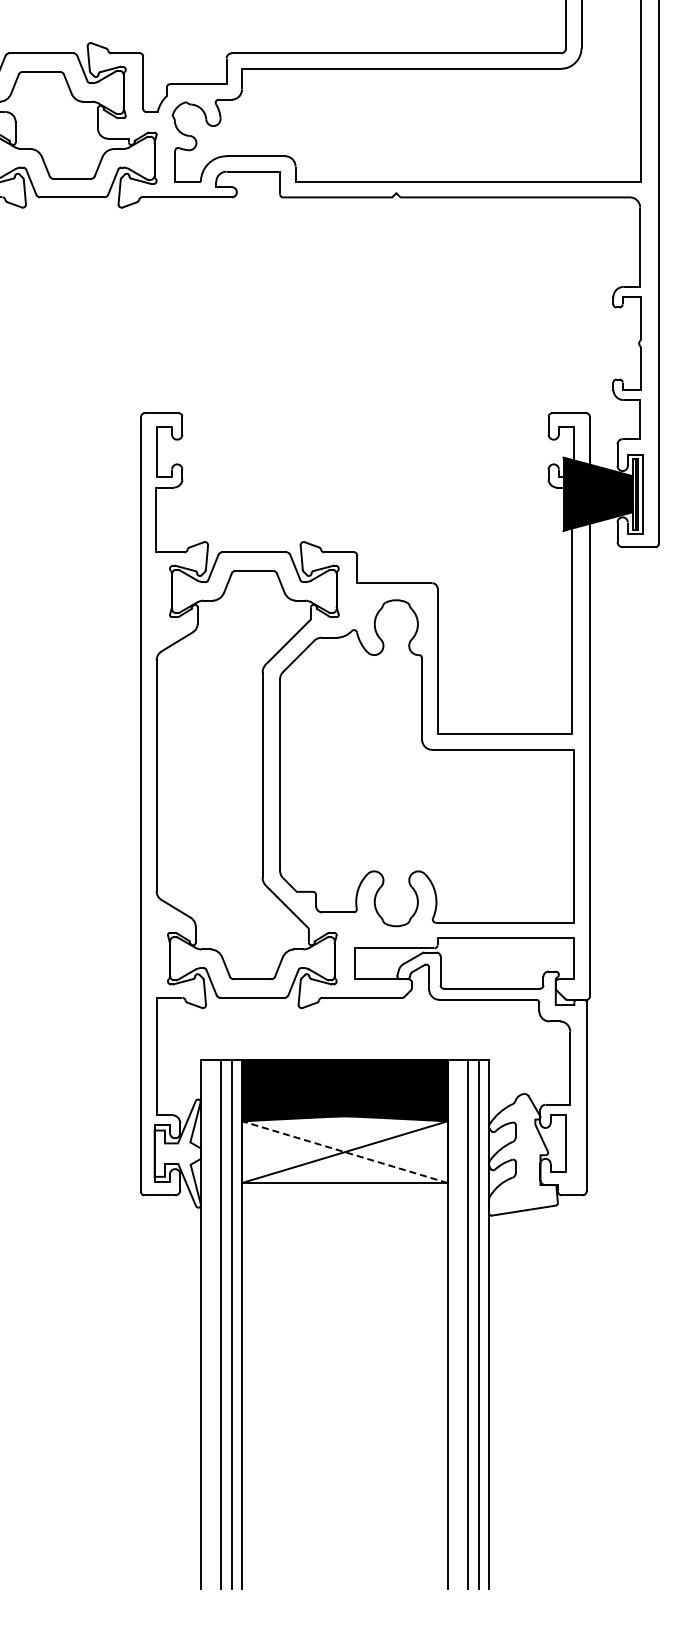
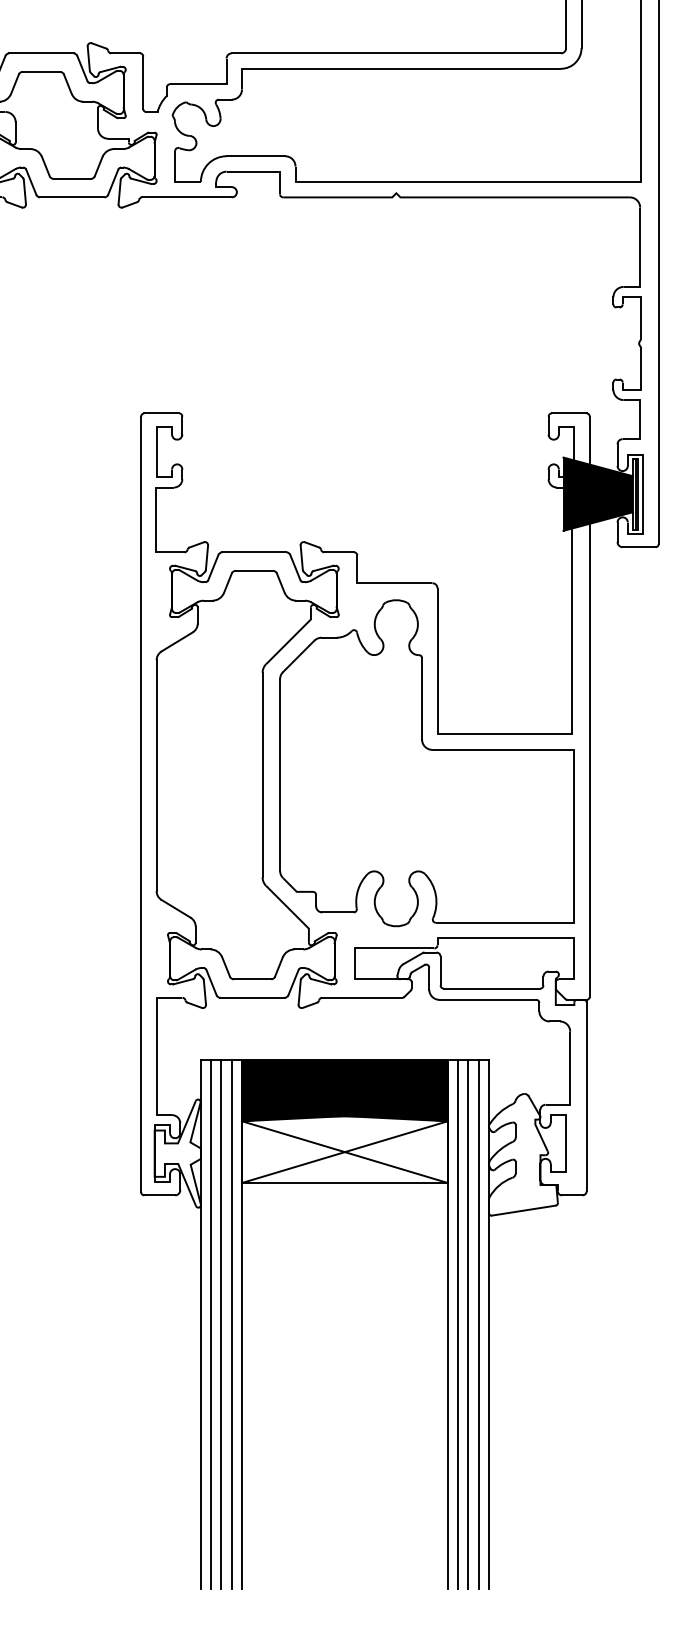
line at (344, 1152): dashed -> solid
line at (211, 1323): none -> present
line at (458, 1323): none -> present
